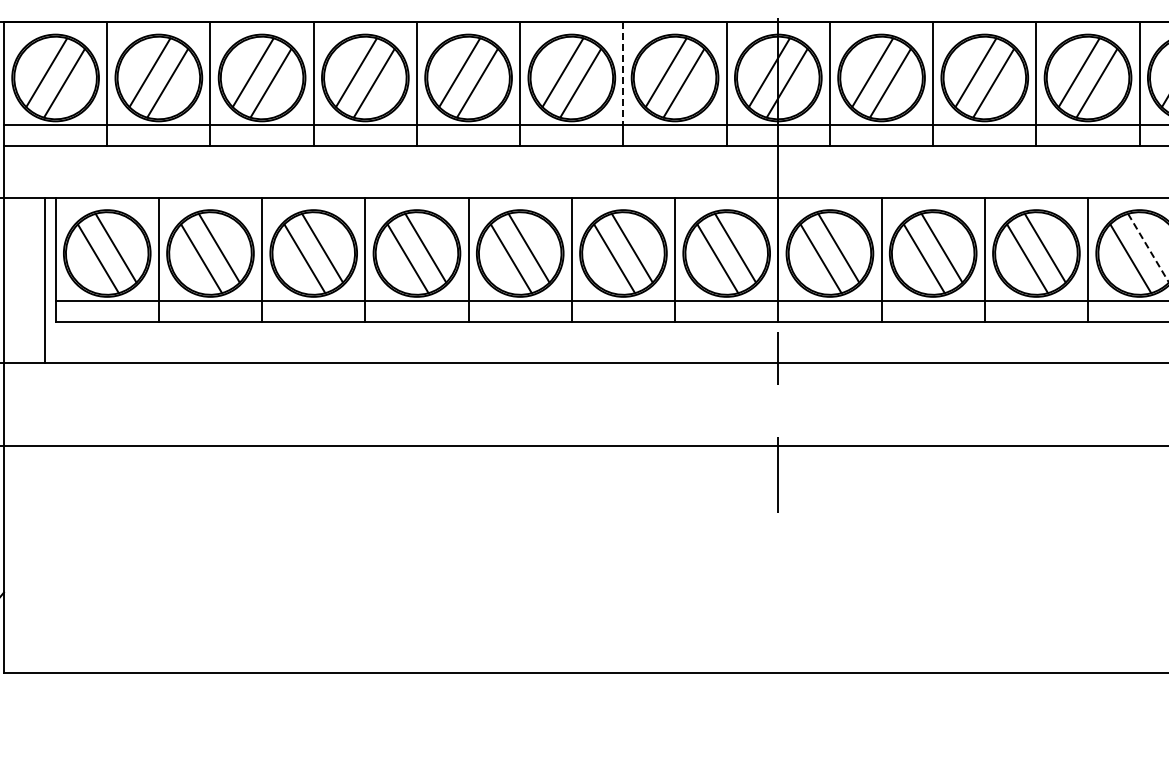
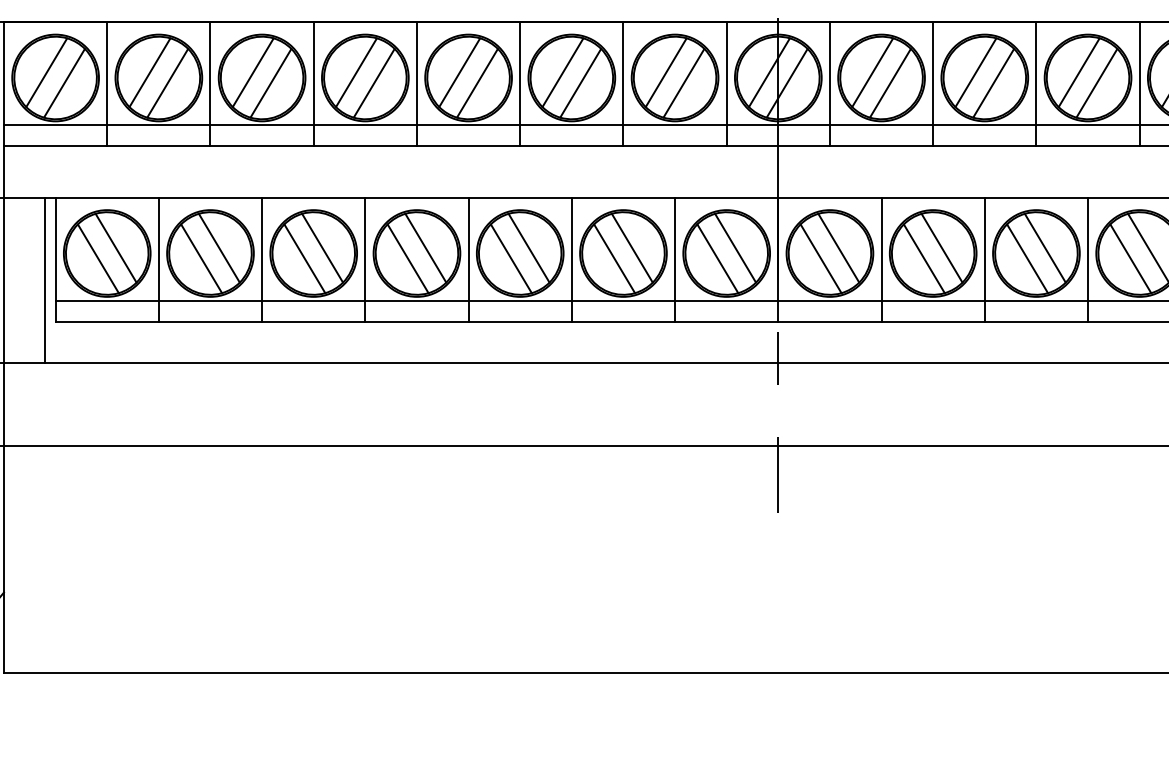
line at (623, 73): dashed -> solid
line at (1148, 248): dashed -> solid
